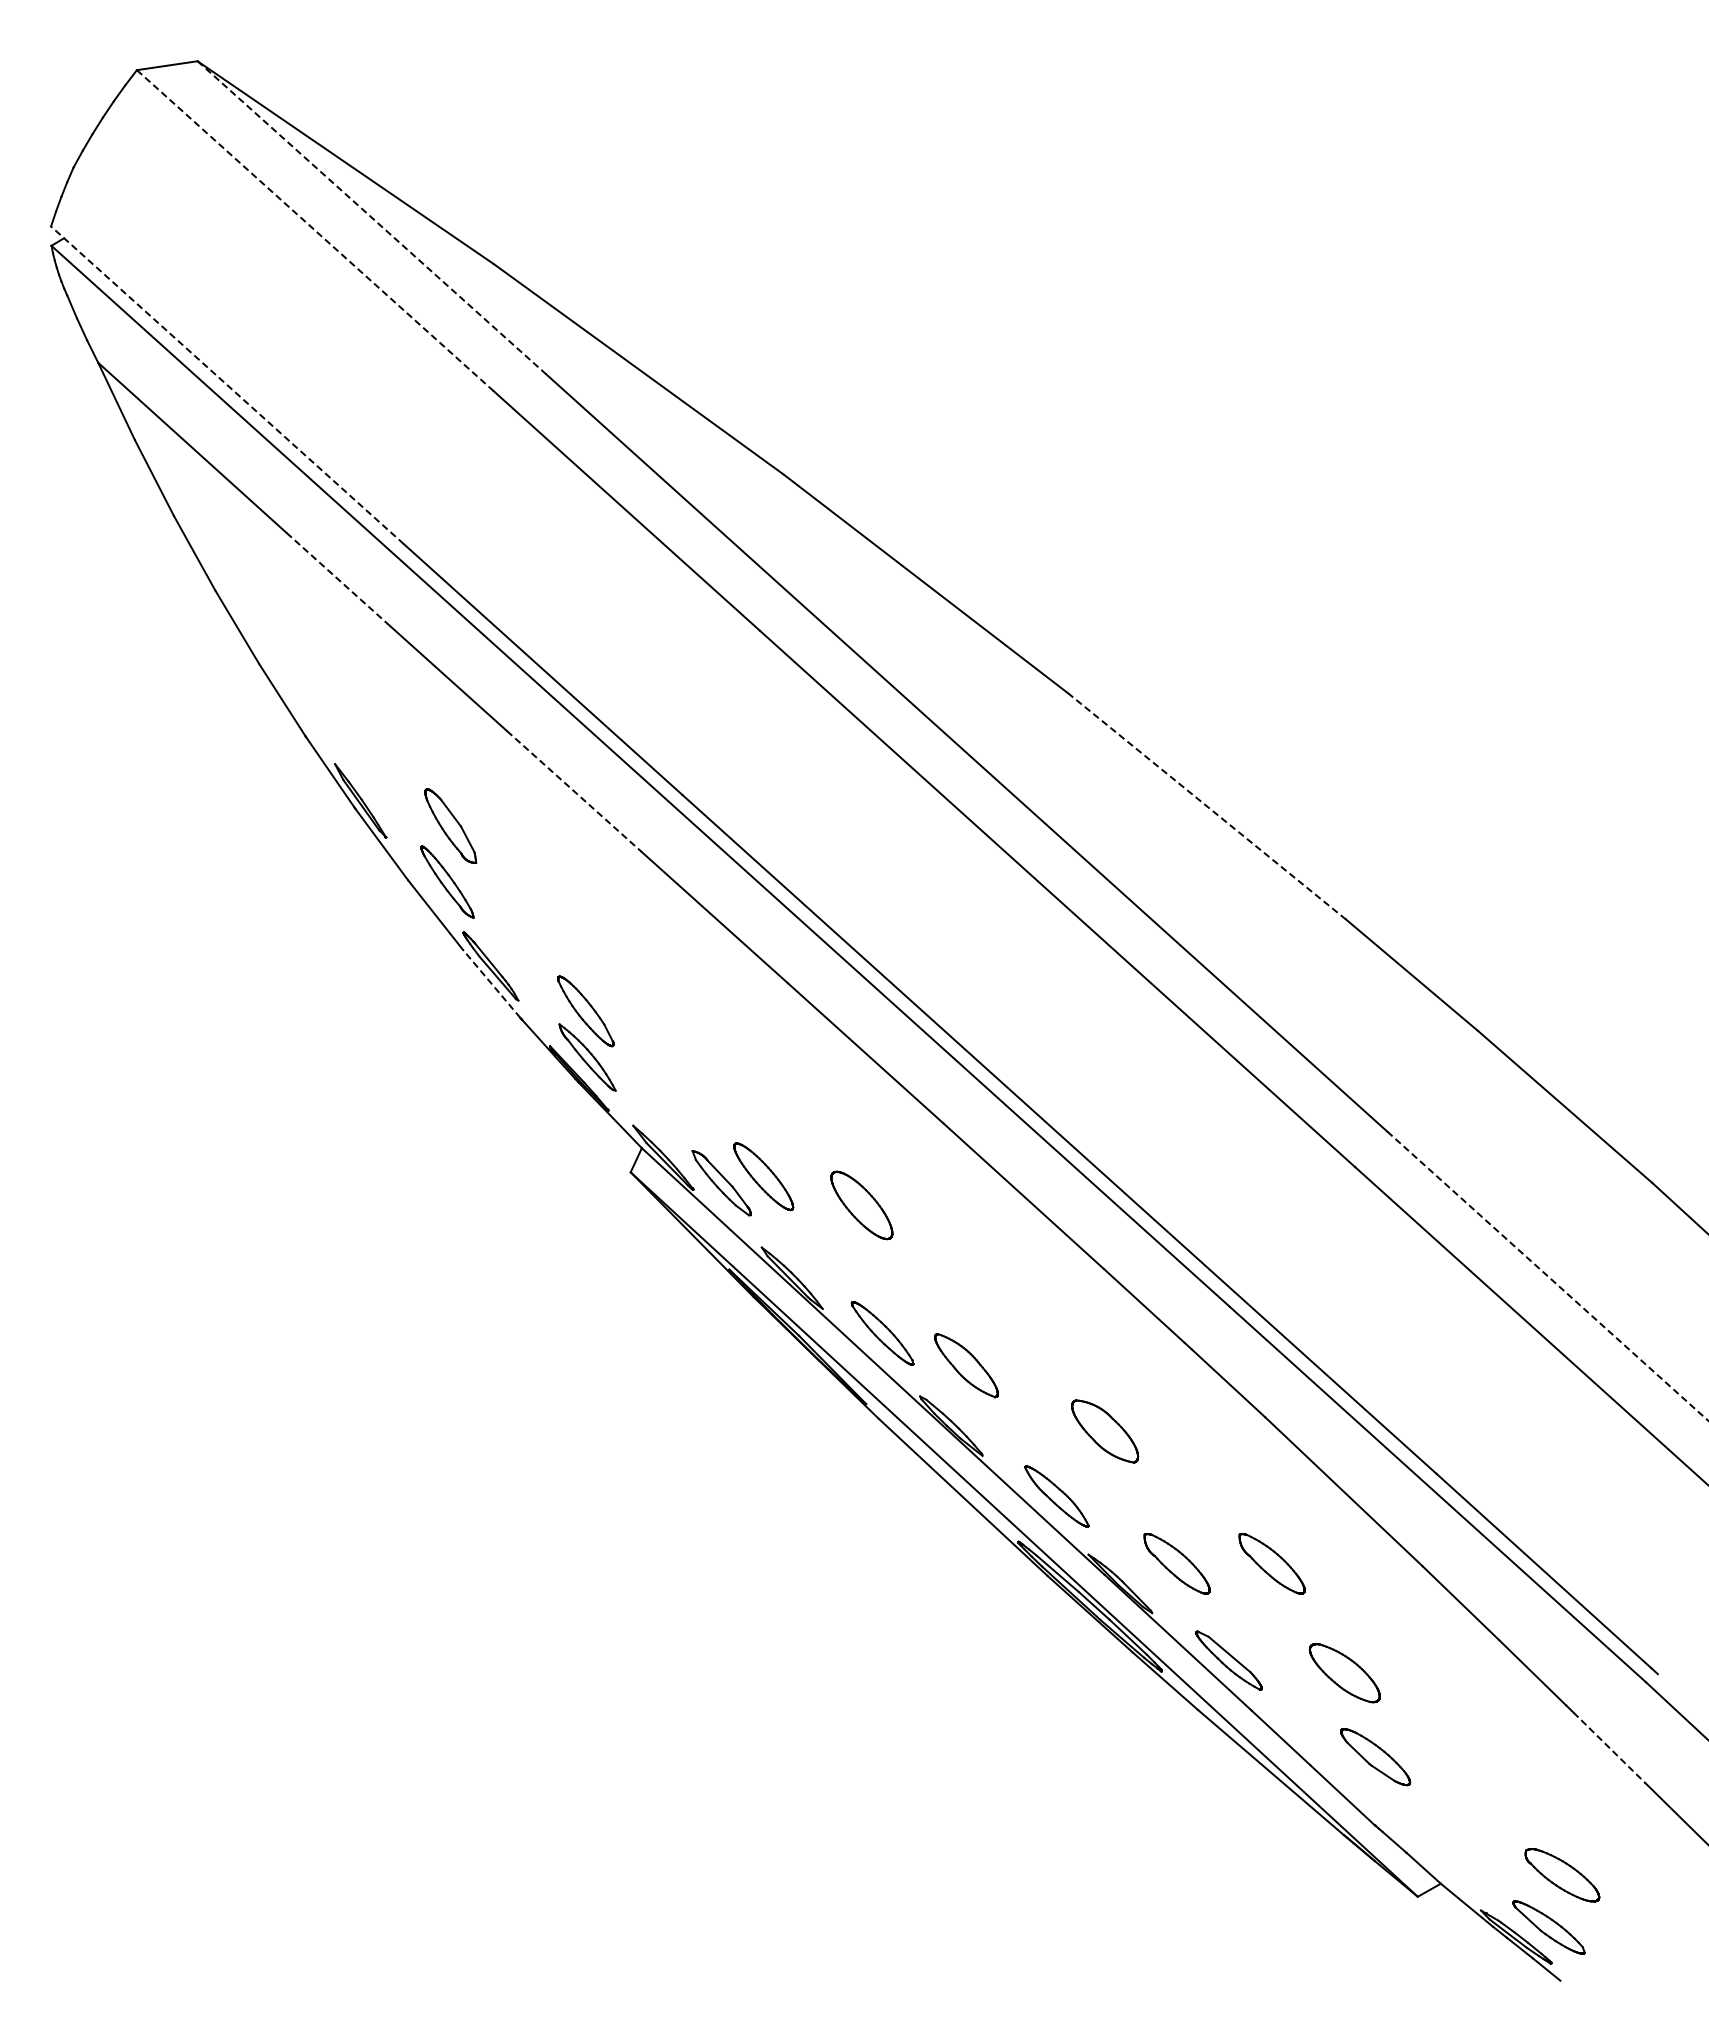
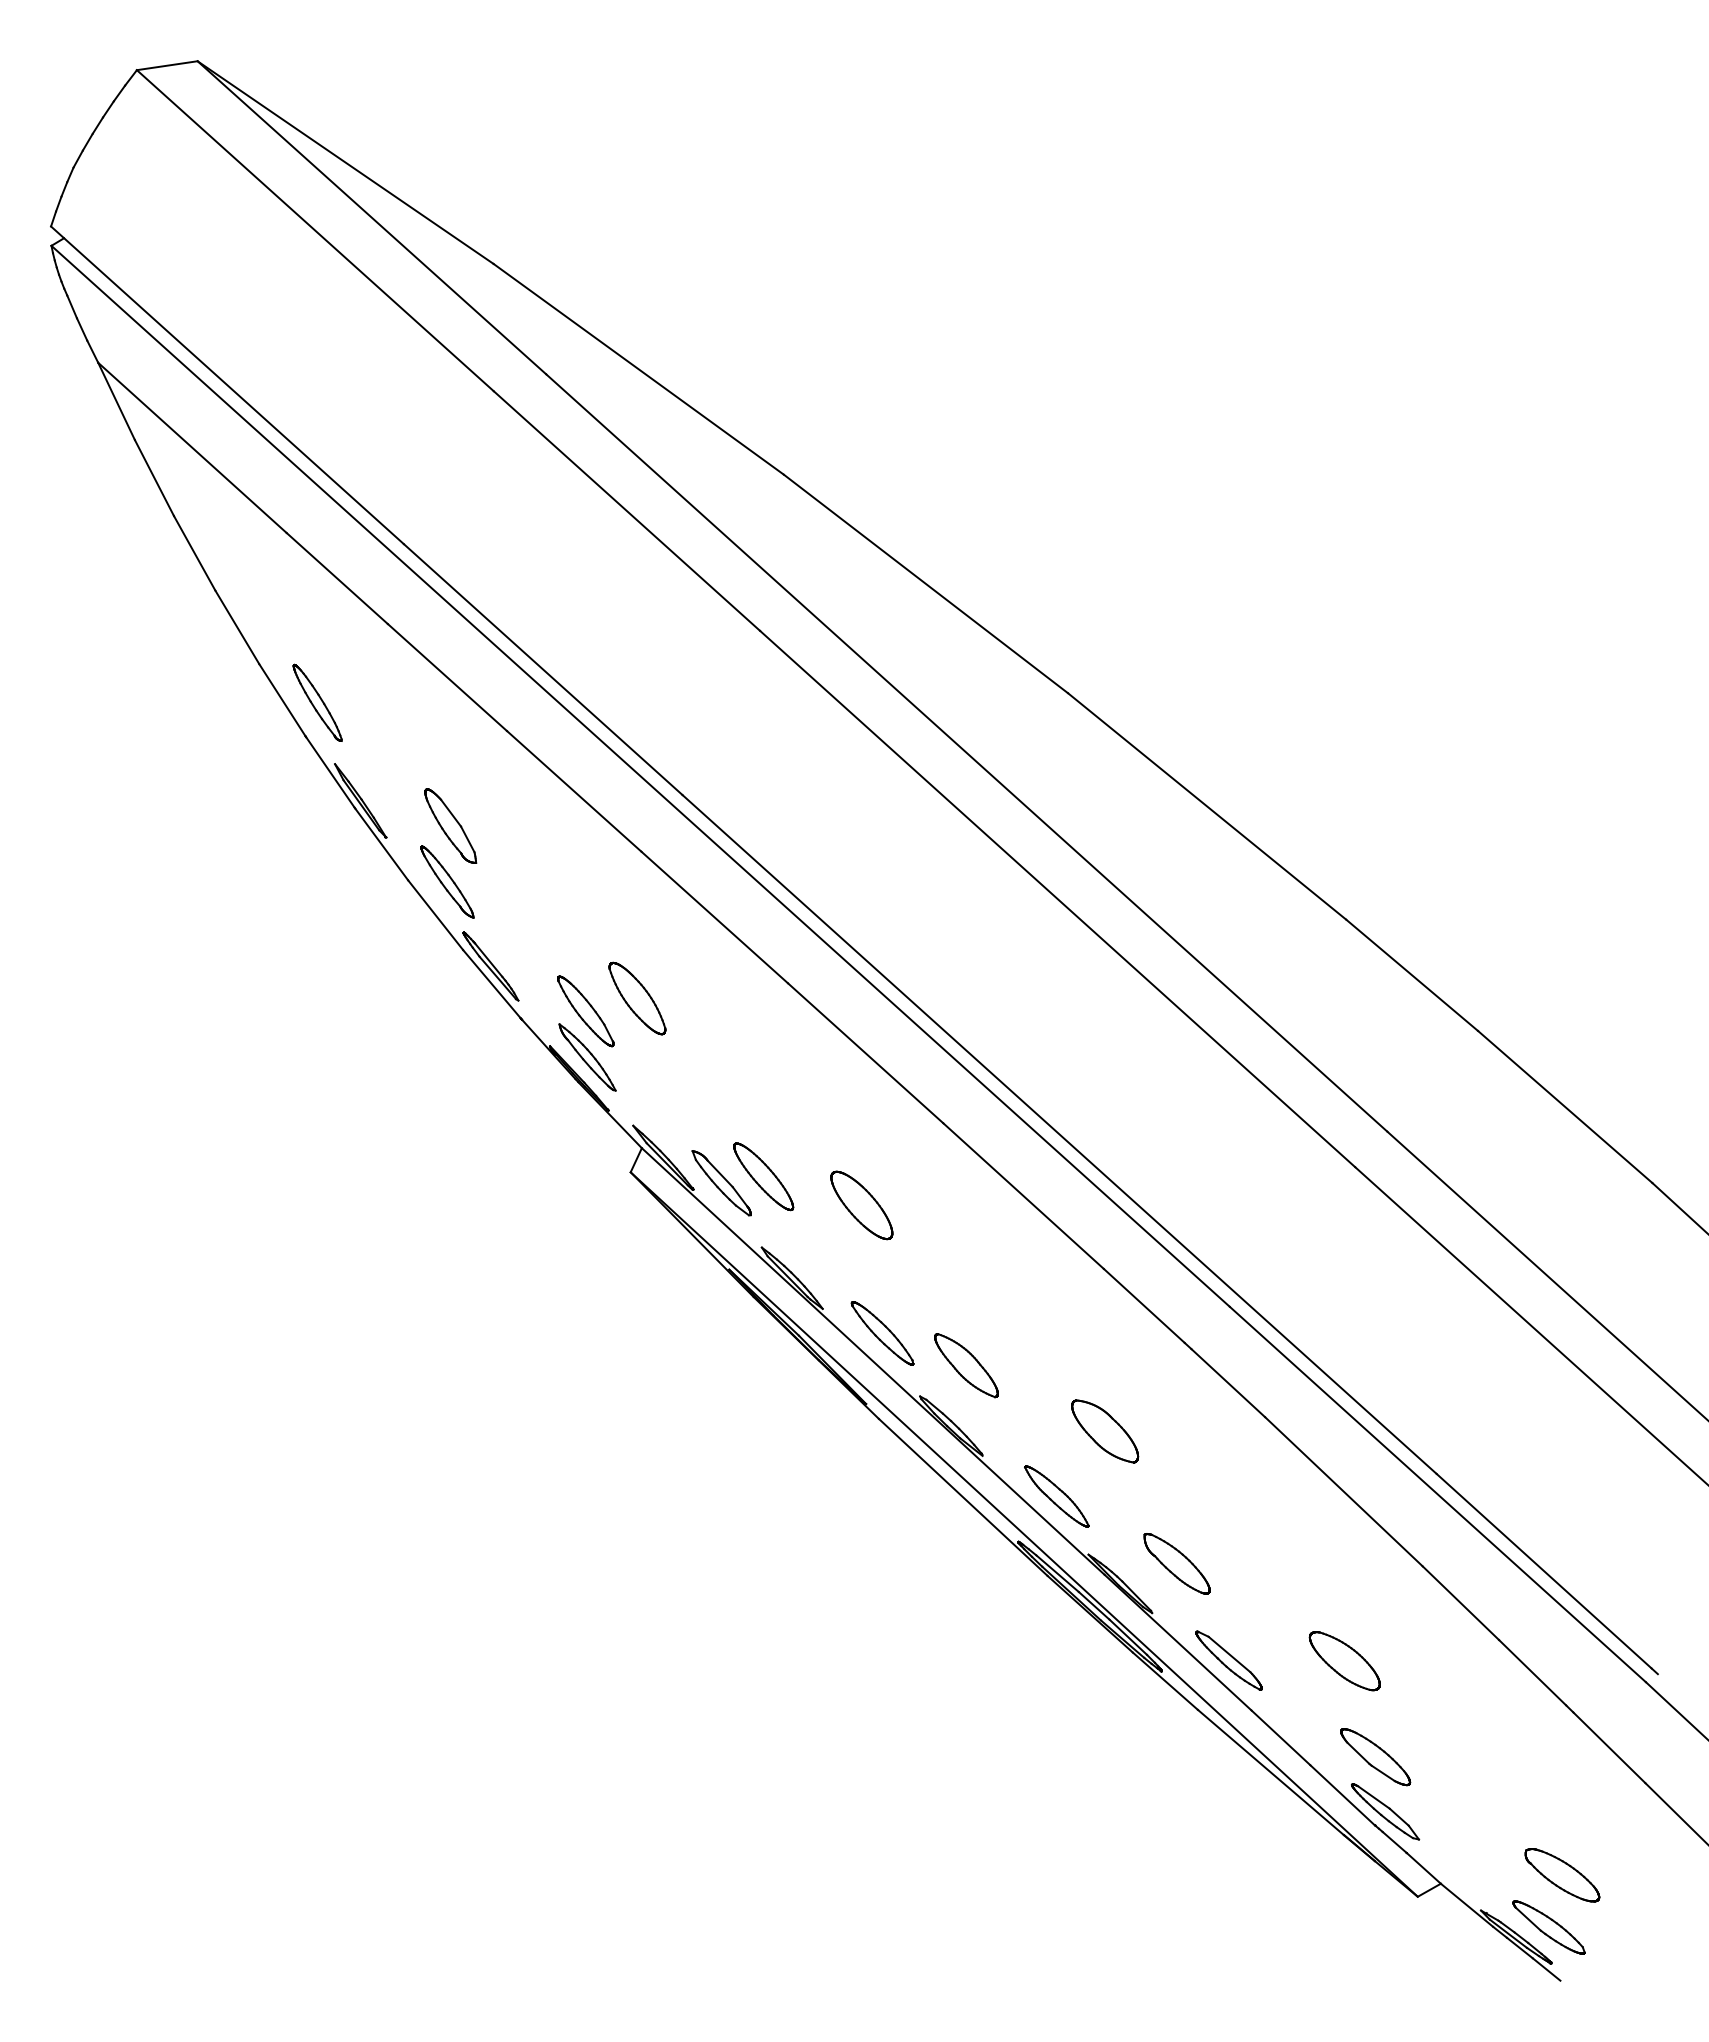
line at (372, 218): dashed -> solid
line at (314, 230): dashed -> solid
line at (227, 385): dashed -> solid
line at (337, 578): dashed -> solid
part at (317, 702): none -> present
line at (574, 791): dashed -> solid
line at (1206, 806): dashed -> solid
line at (491, 983): dashed -> solid
part at (637, 998): none -> present
line at (1548, 1276): dashed -> solid
part at (1271, 1563): present -> none
part at (1344, 1673) position: (1344, 1673) -> (1344, 1661)
line at (1609, 1748): dashed -> solid
part at (1385, 1811): none -> present
